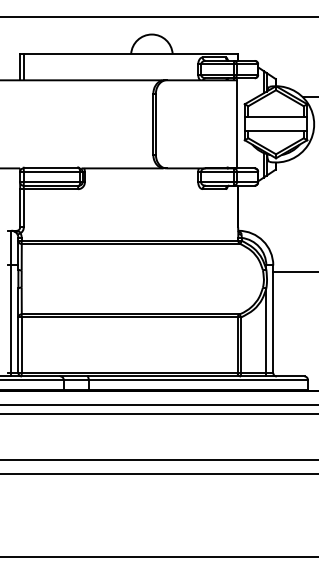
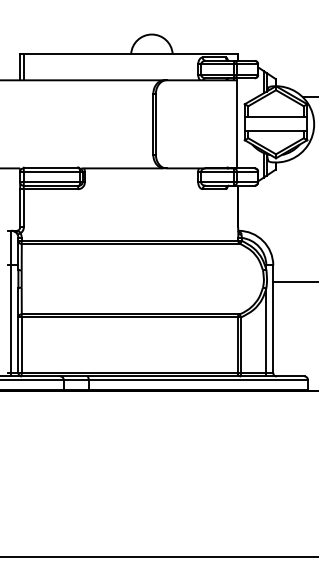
line at (158, 17): present -> none
line at (294, 272) position: (294, 272) -> (294, 282)
line at (158, 404): present -> none
line at (158, 414): present -> none
line at (158, 459): present -> none
line at (158, 473): present -> none
